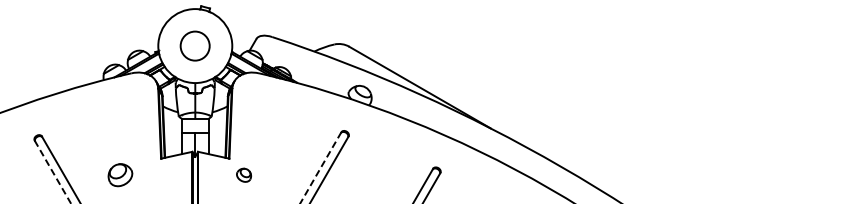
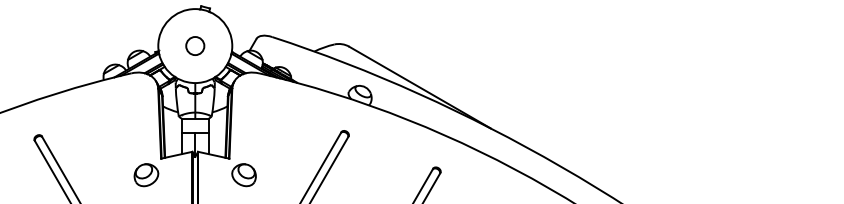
circle at (194, 45) size: 32x32 px -> 21x20 px
line at (320, 167): dashed -> solid
line at (53, 172): dashed -> solid
part at (243, 174) size: 16x16 px -> 26x25 px
part at (120, 175) position: (120, 175) -> (146, 175)
